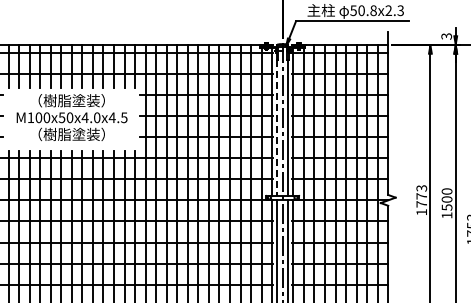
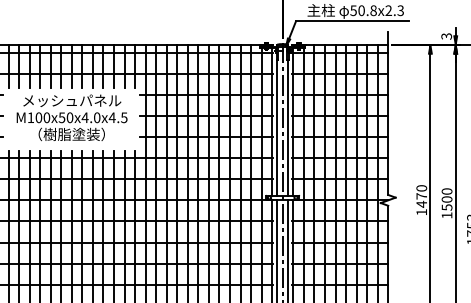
text at (72, 100): （樹脂塗装） -> メッシュパネル
line at (277, 127): dashed -> solid
text at (421, 196): 1773 -> 1470
